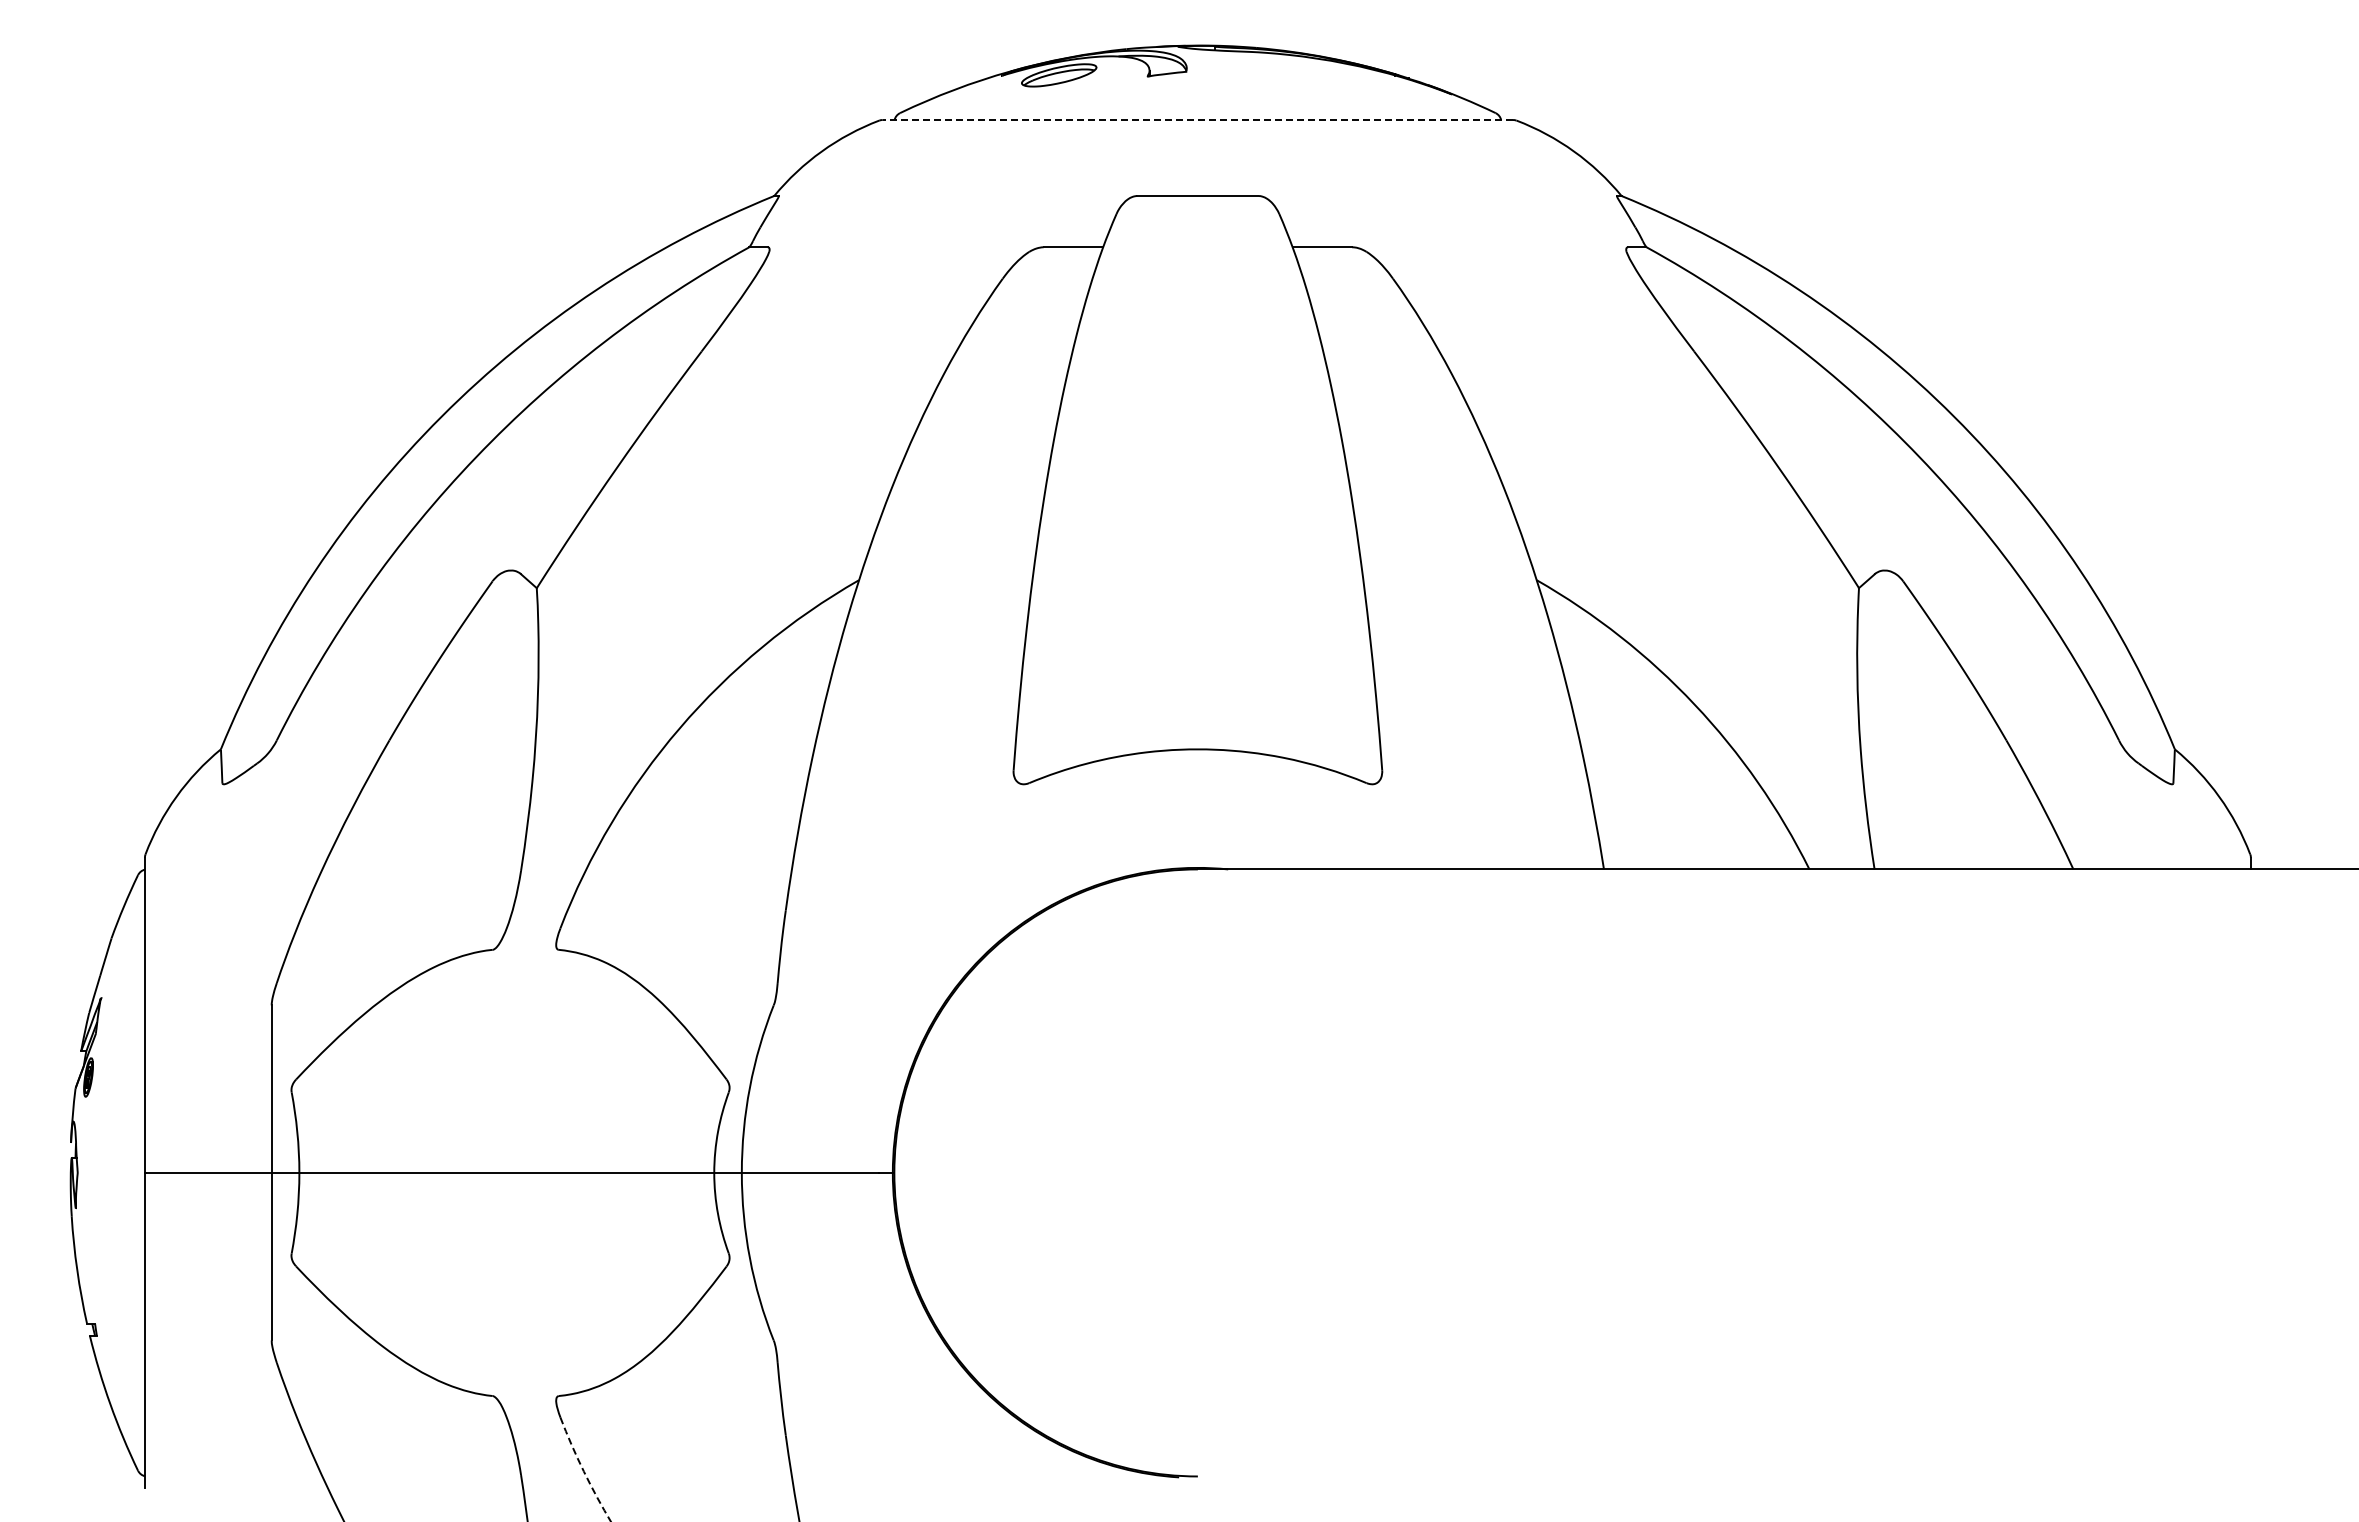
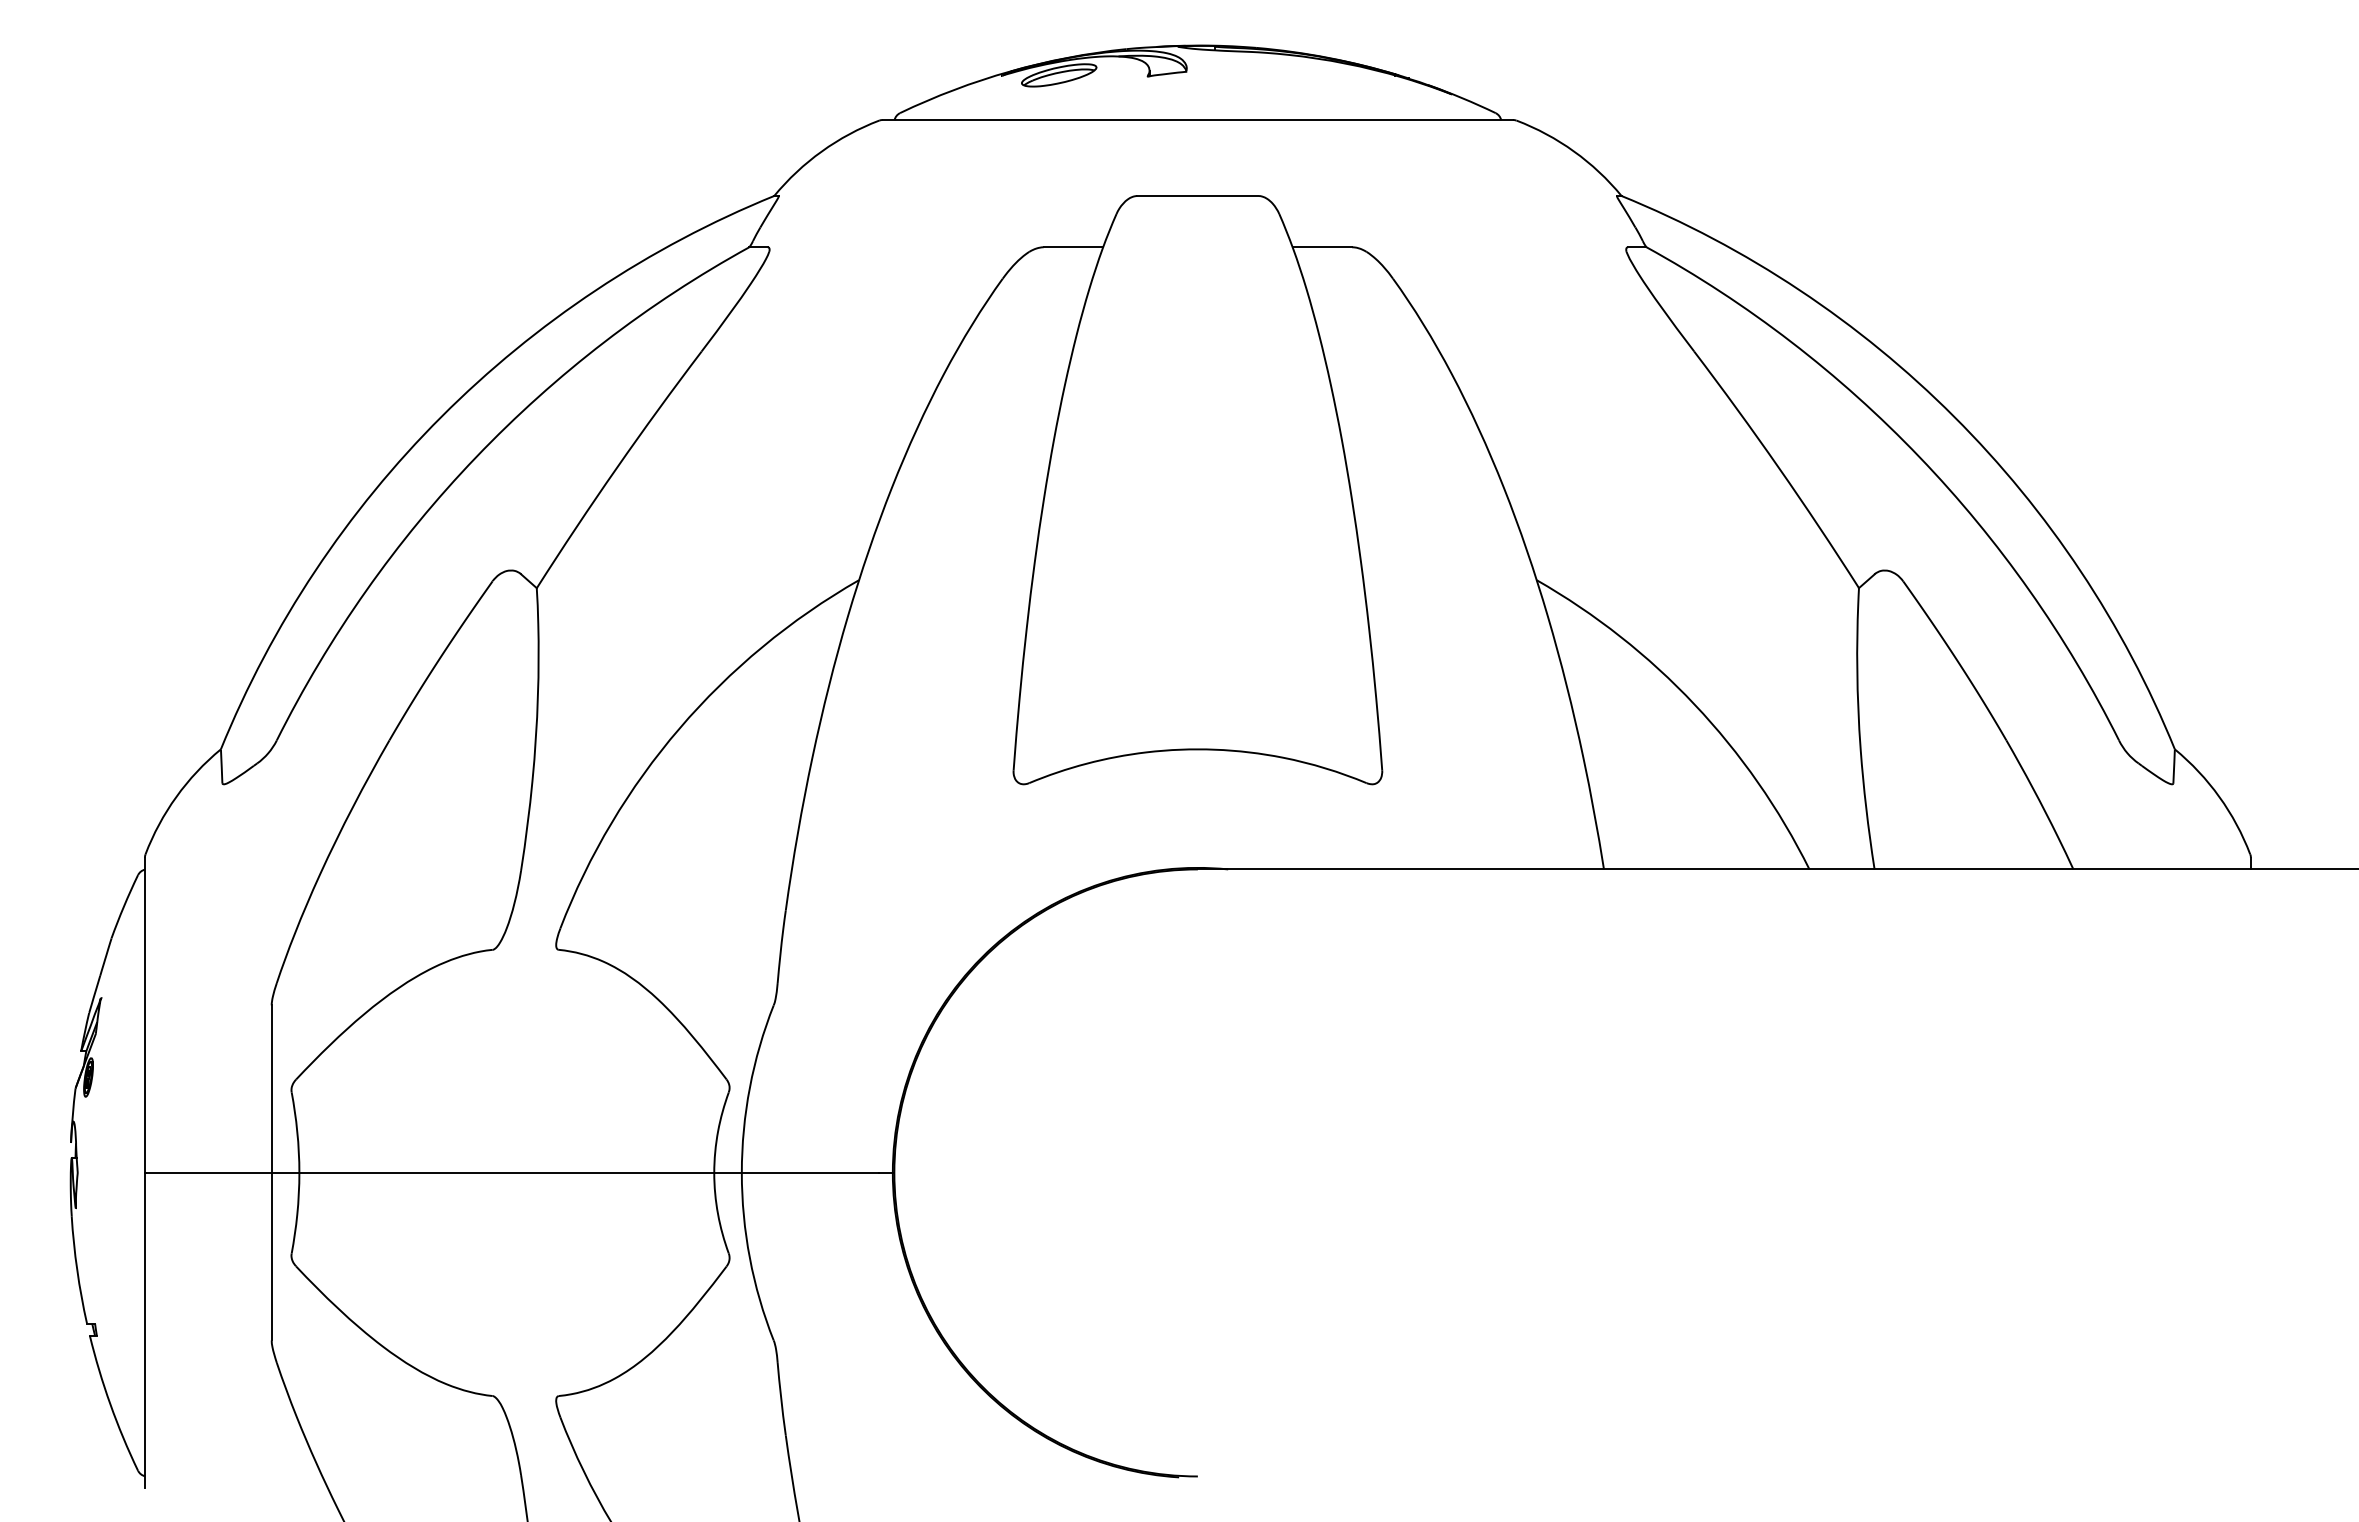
line at (1197, 120): dashed -> solid
arc at (583, 1471): dashed -> solid
